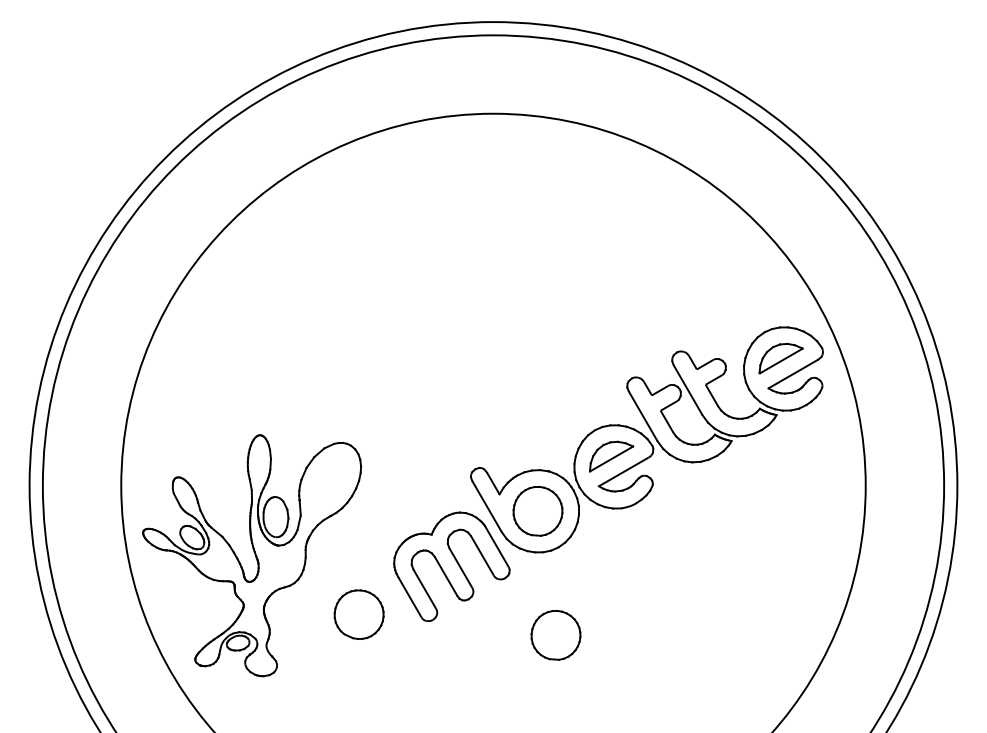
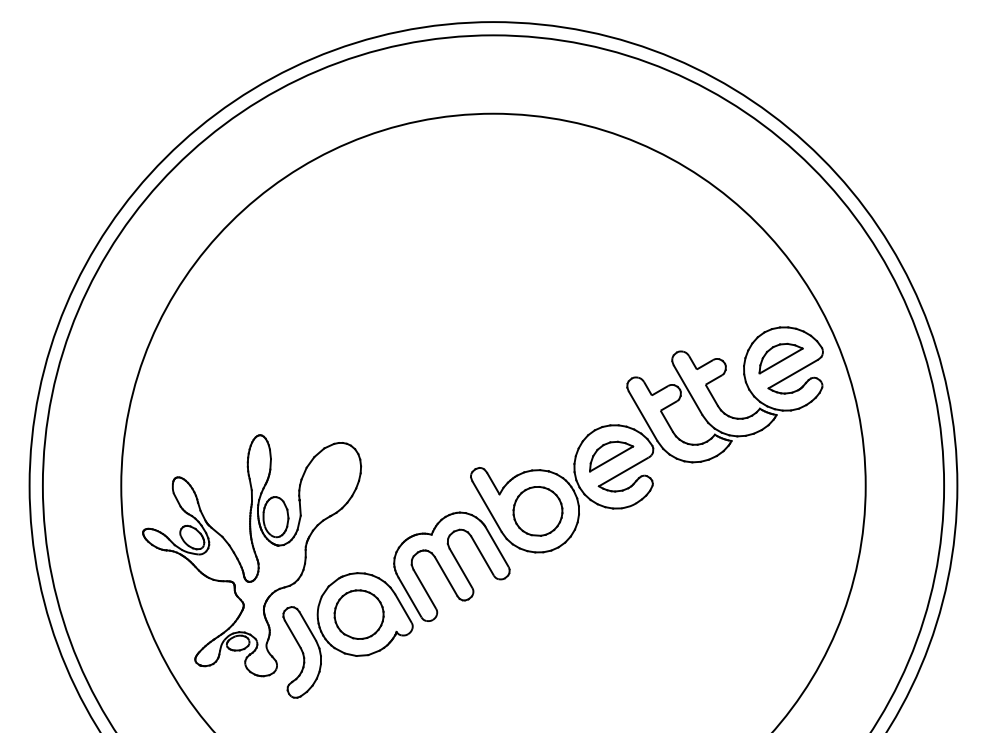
part at (347, 635): none -> present
part at (555, 635): present -> none
